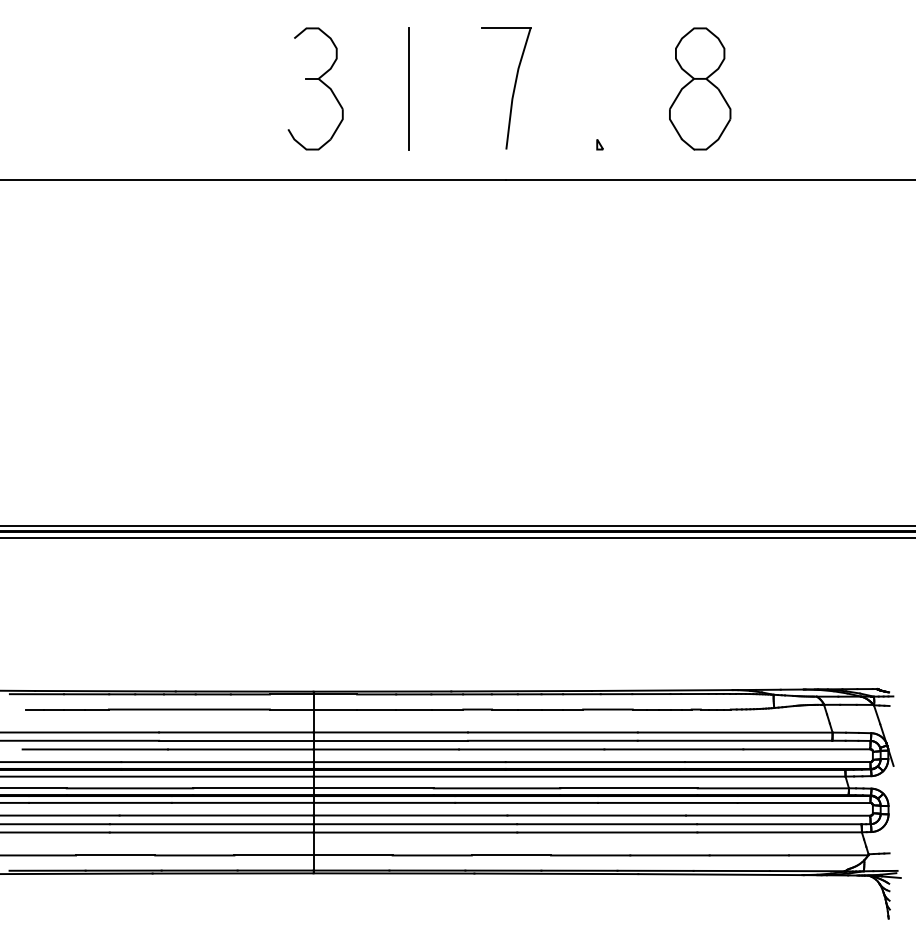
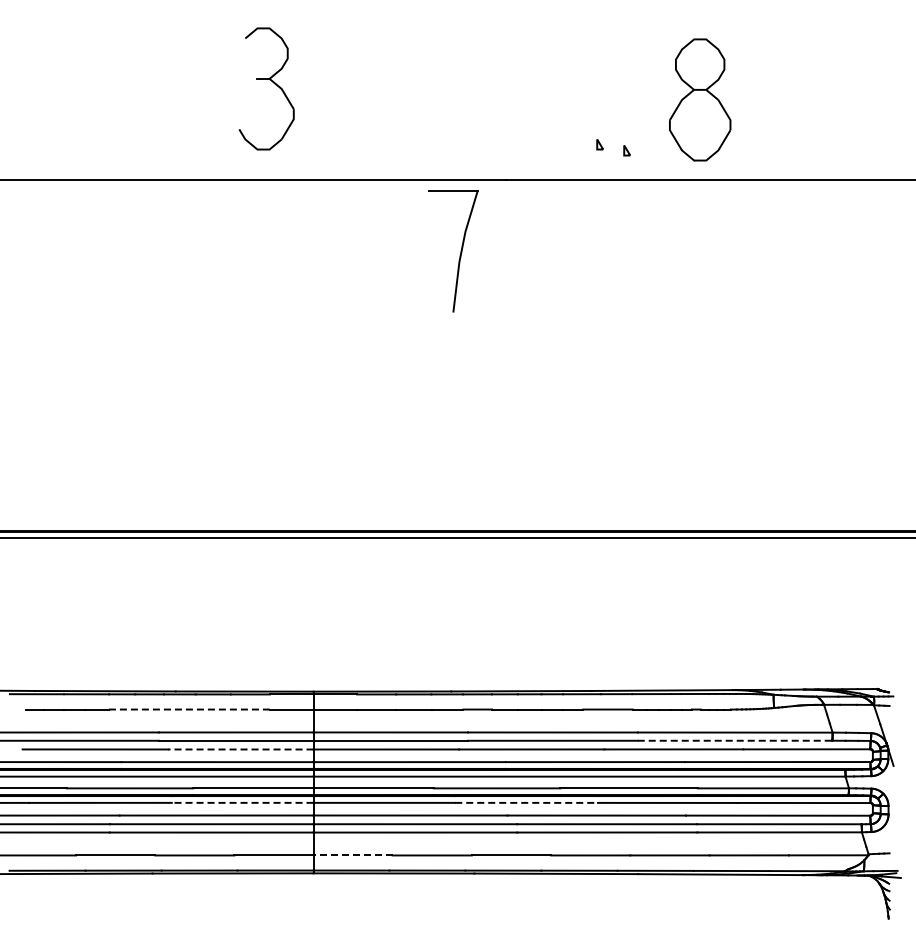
part at (321, 82) position: (321, 82) -> (272, 82)
line at (409, 88): present -> none
part at (513, 88) position: (513, 88) -> (460, 251)
part at (700, 88) position: (700, 88) -> (700, 99)
part at (626, 150): none -> present
line at (457, 526): present -> none
line at (189, 709): solid -> dashed
line at (735, 740): solid -> dashed
line at (240, 749): solid -> dashed
line at (242, 802): solid -> dashed
line at (527, 802): solid -> dashed
line at (353, 855): solid -> dashed
